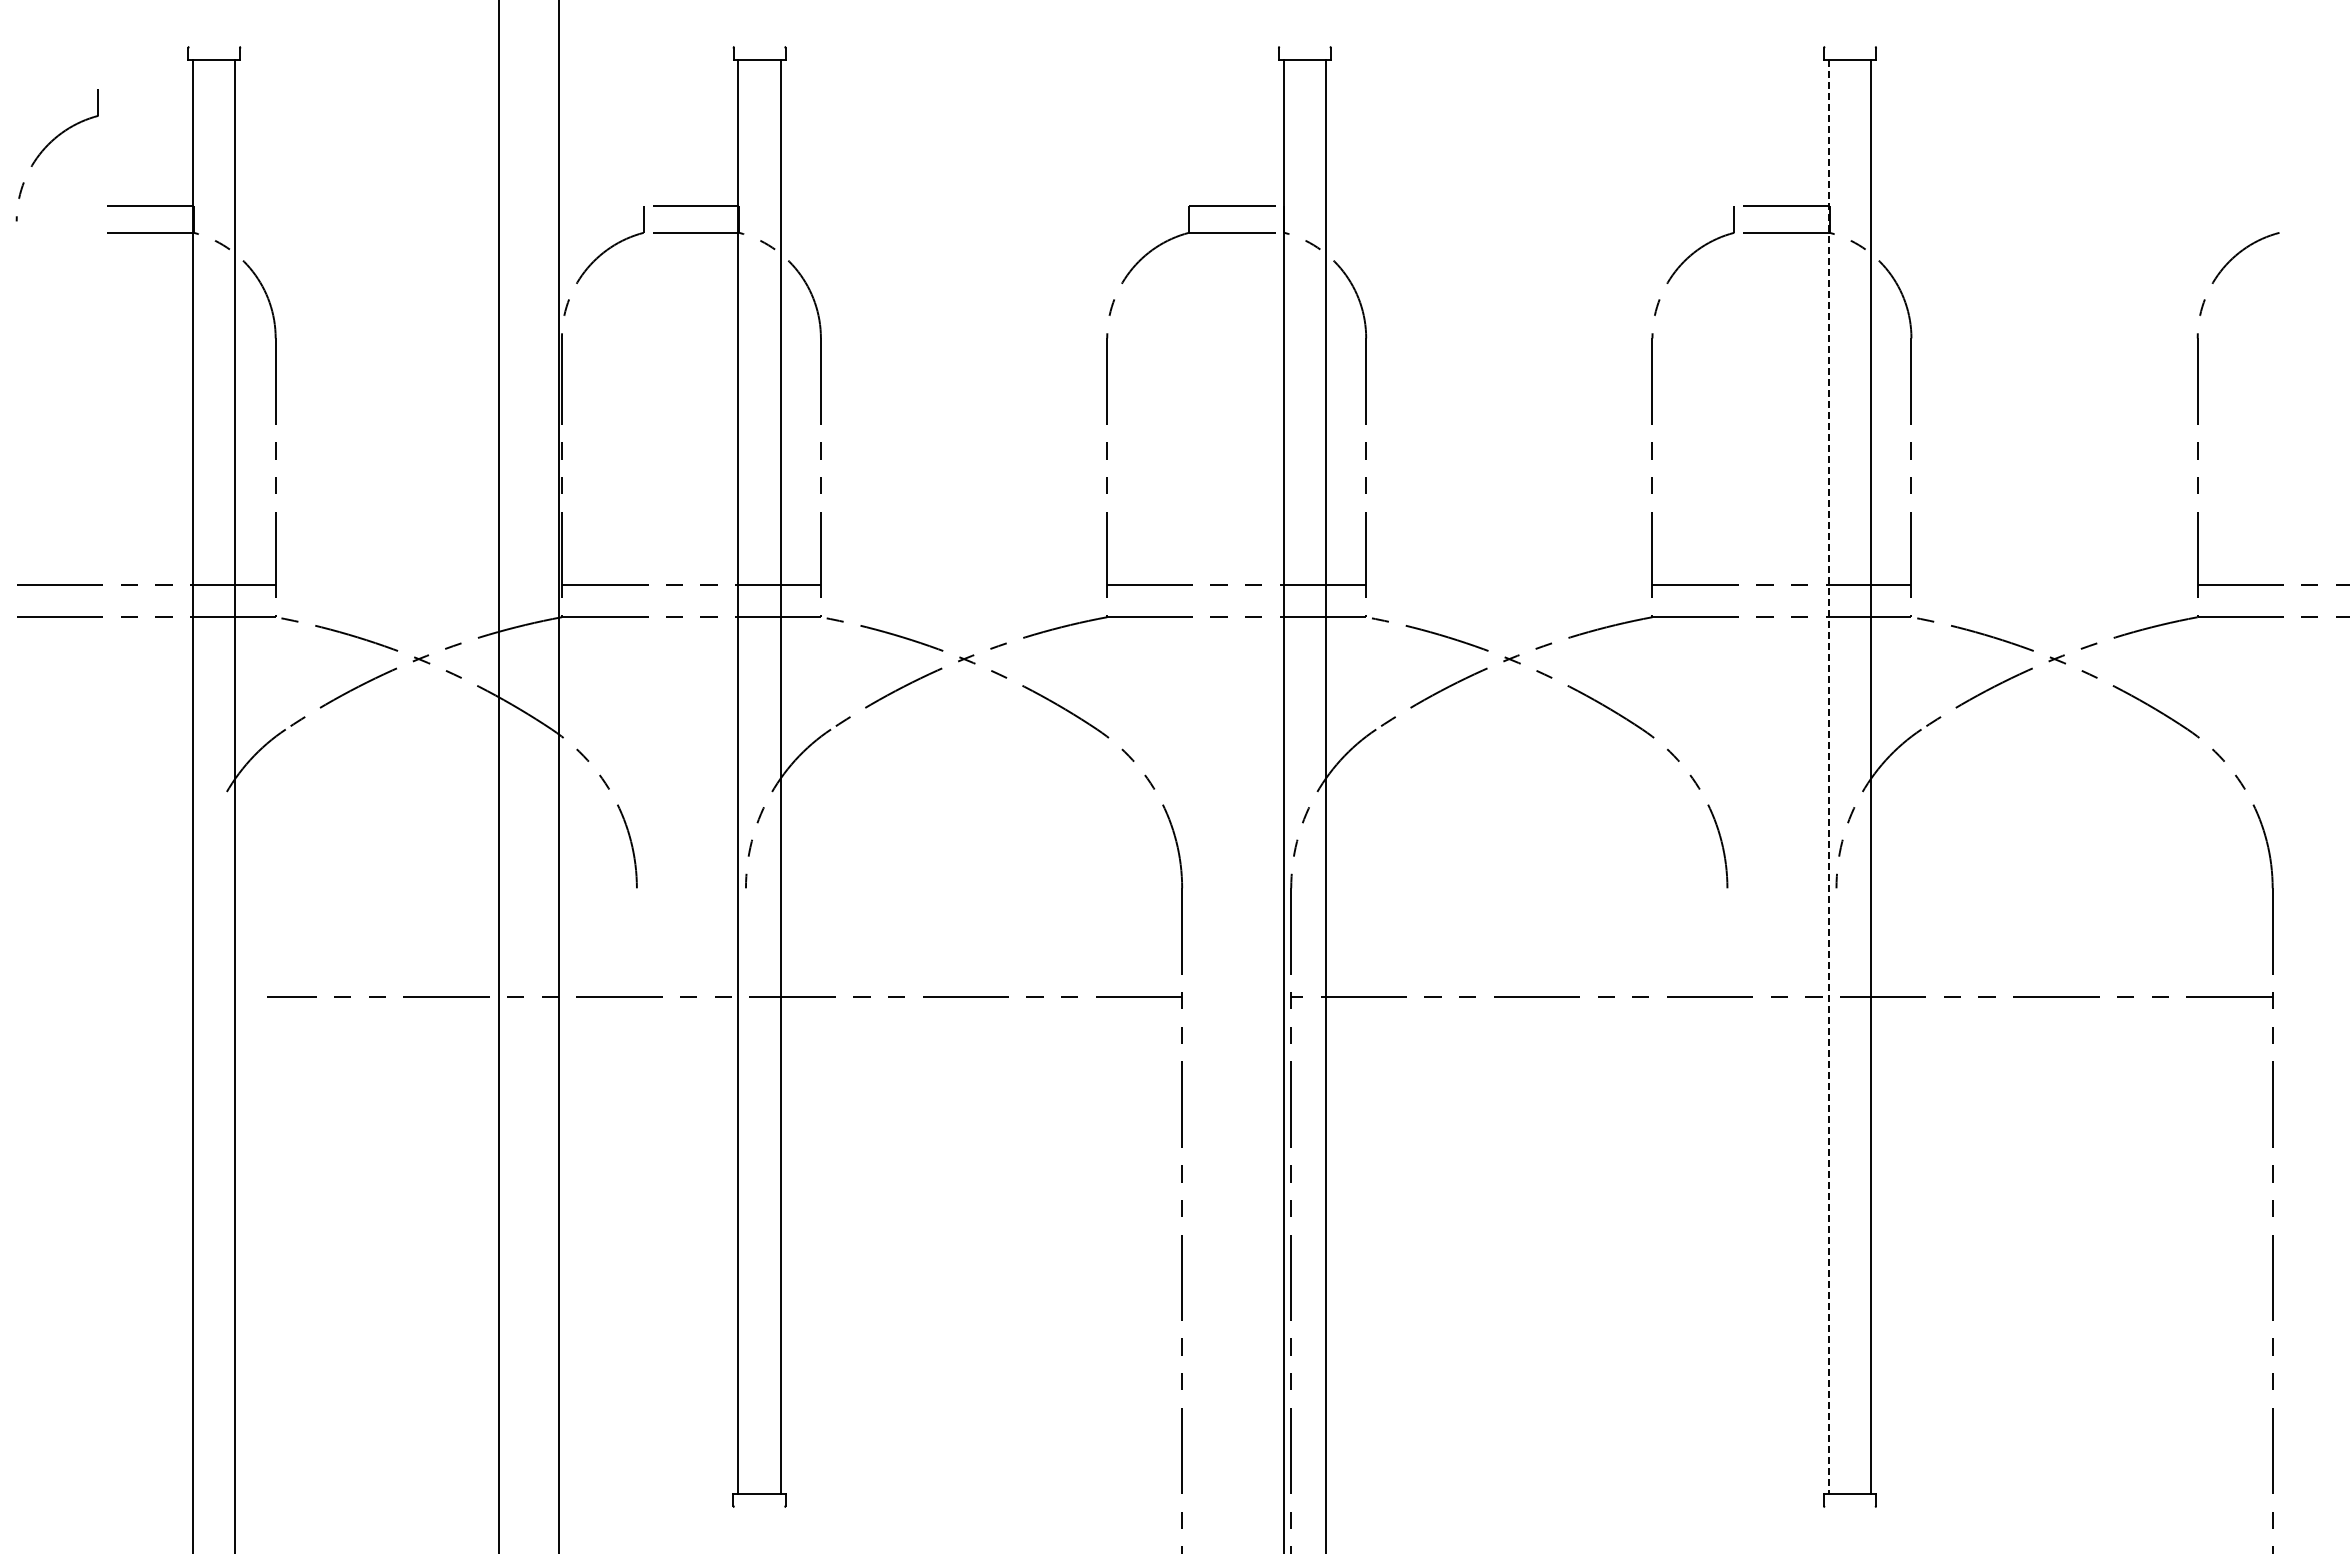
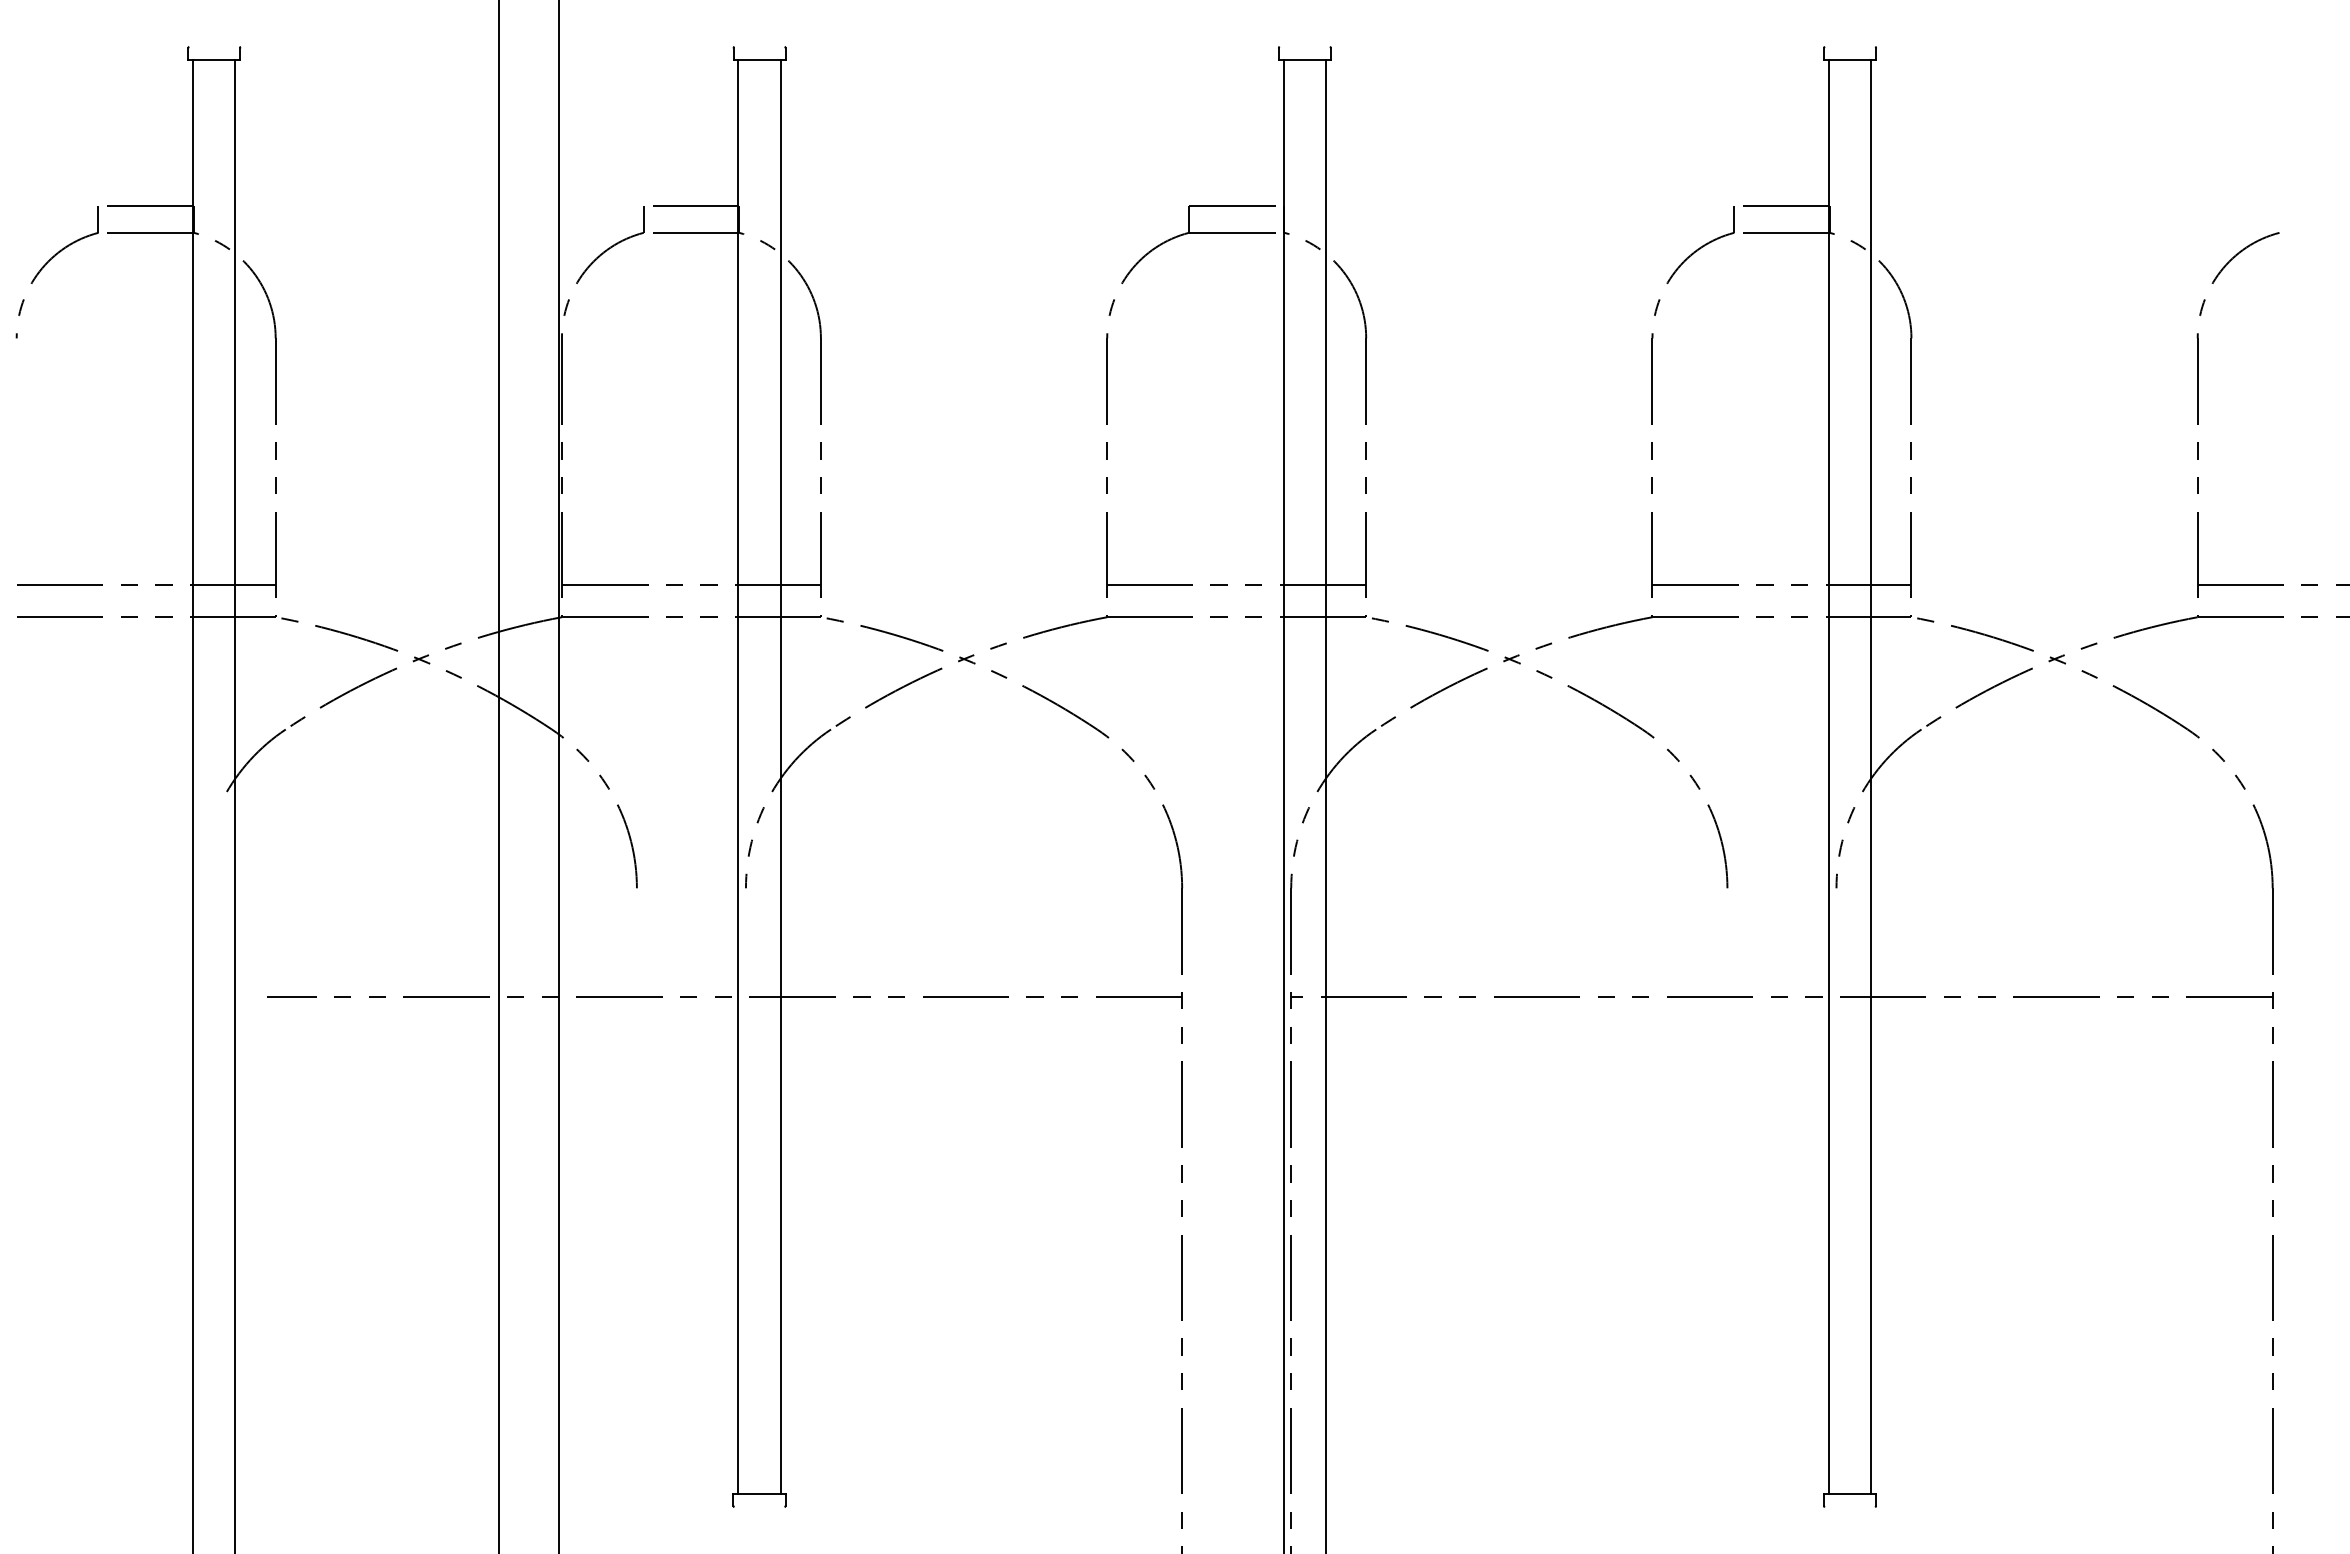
part at (45, 149) position: (45, 149) -> (45, 266)
line at (1828, 777): dashed -> solid
